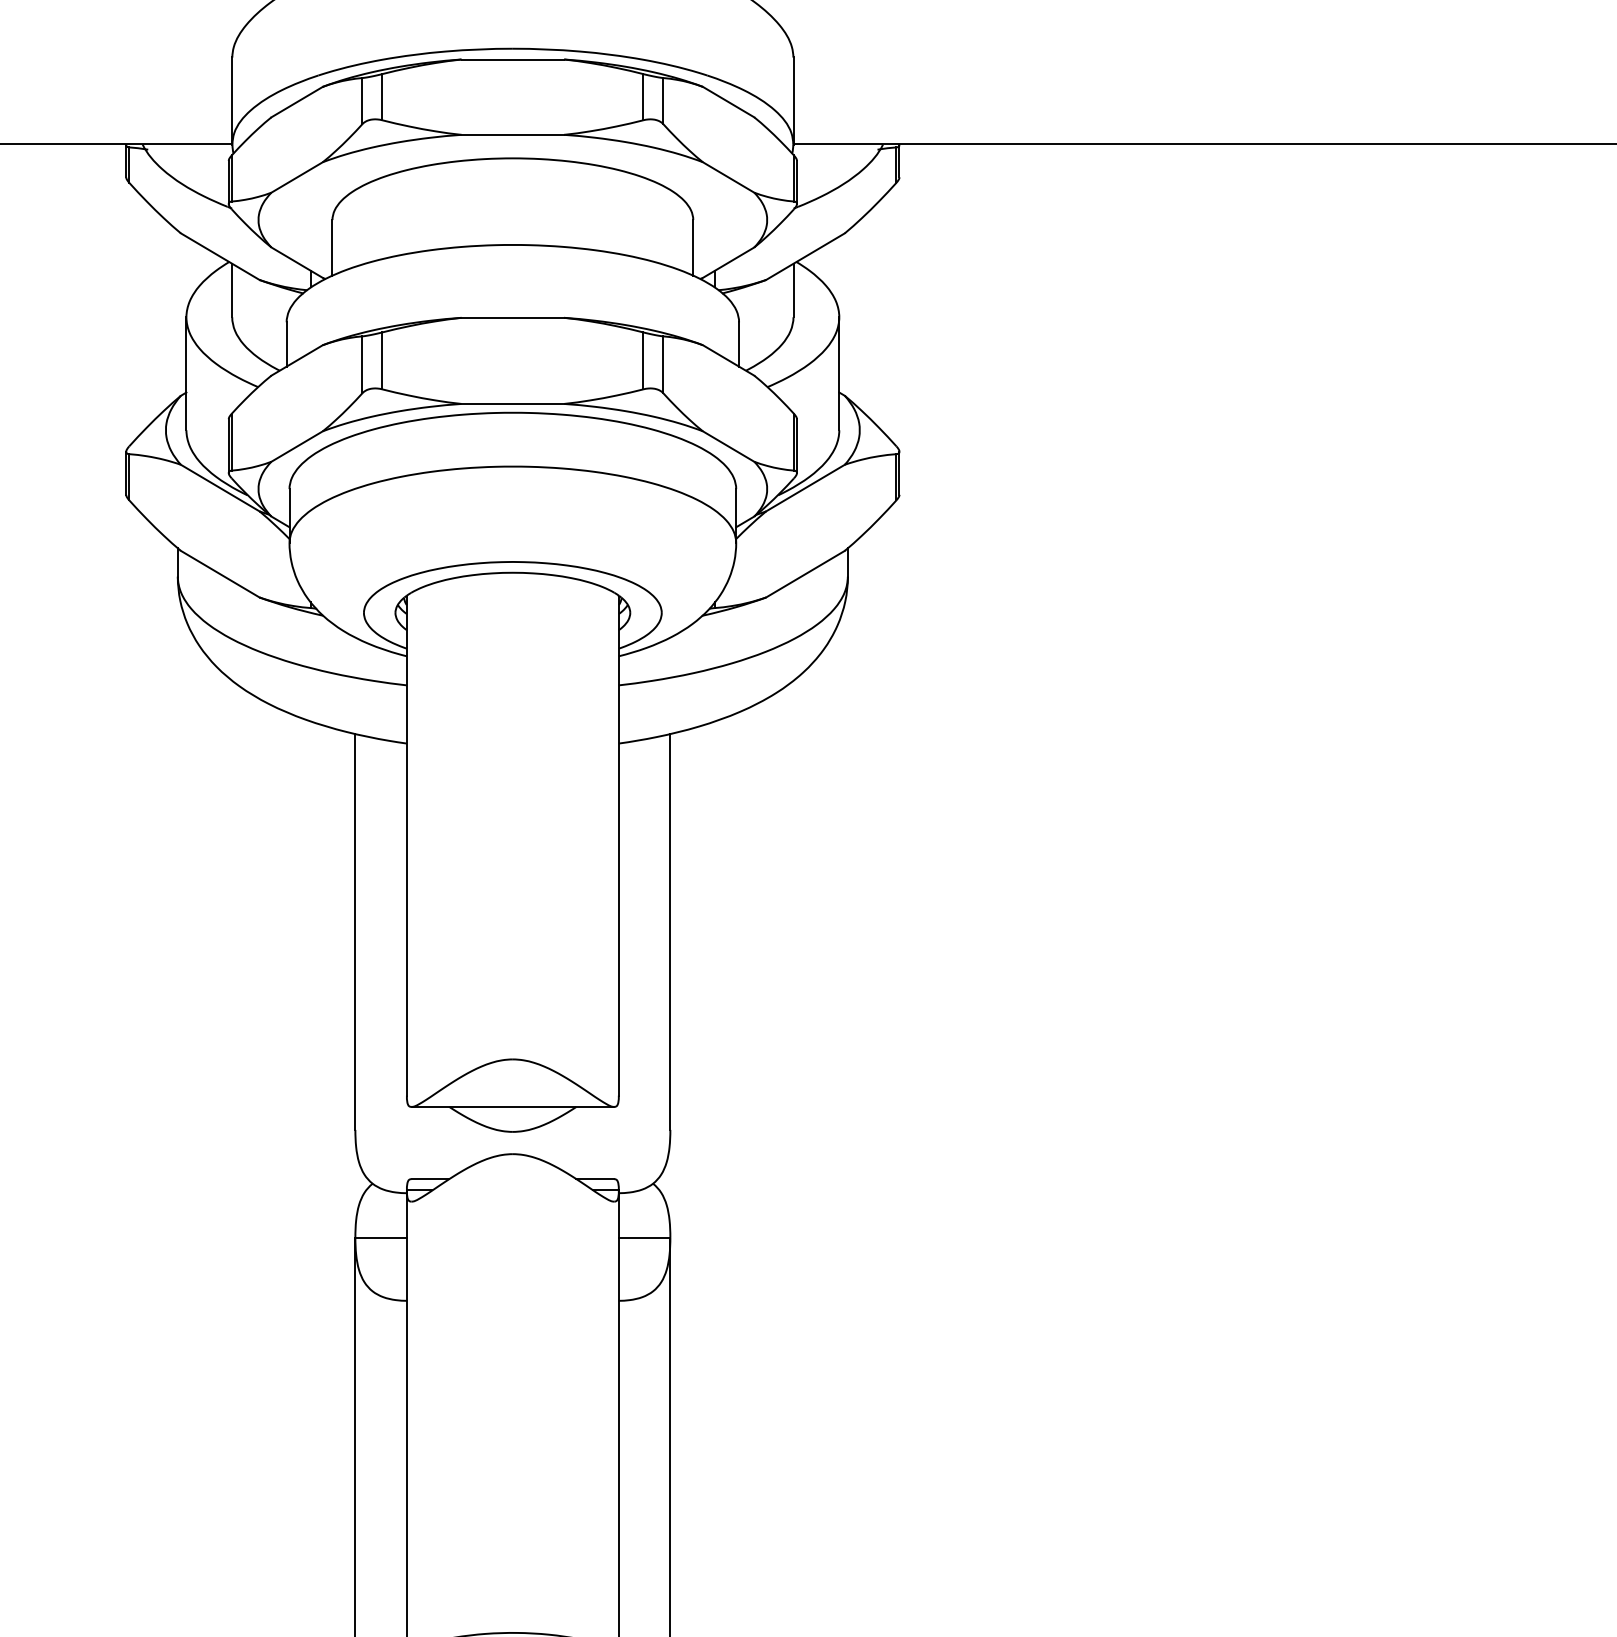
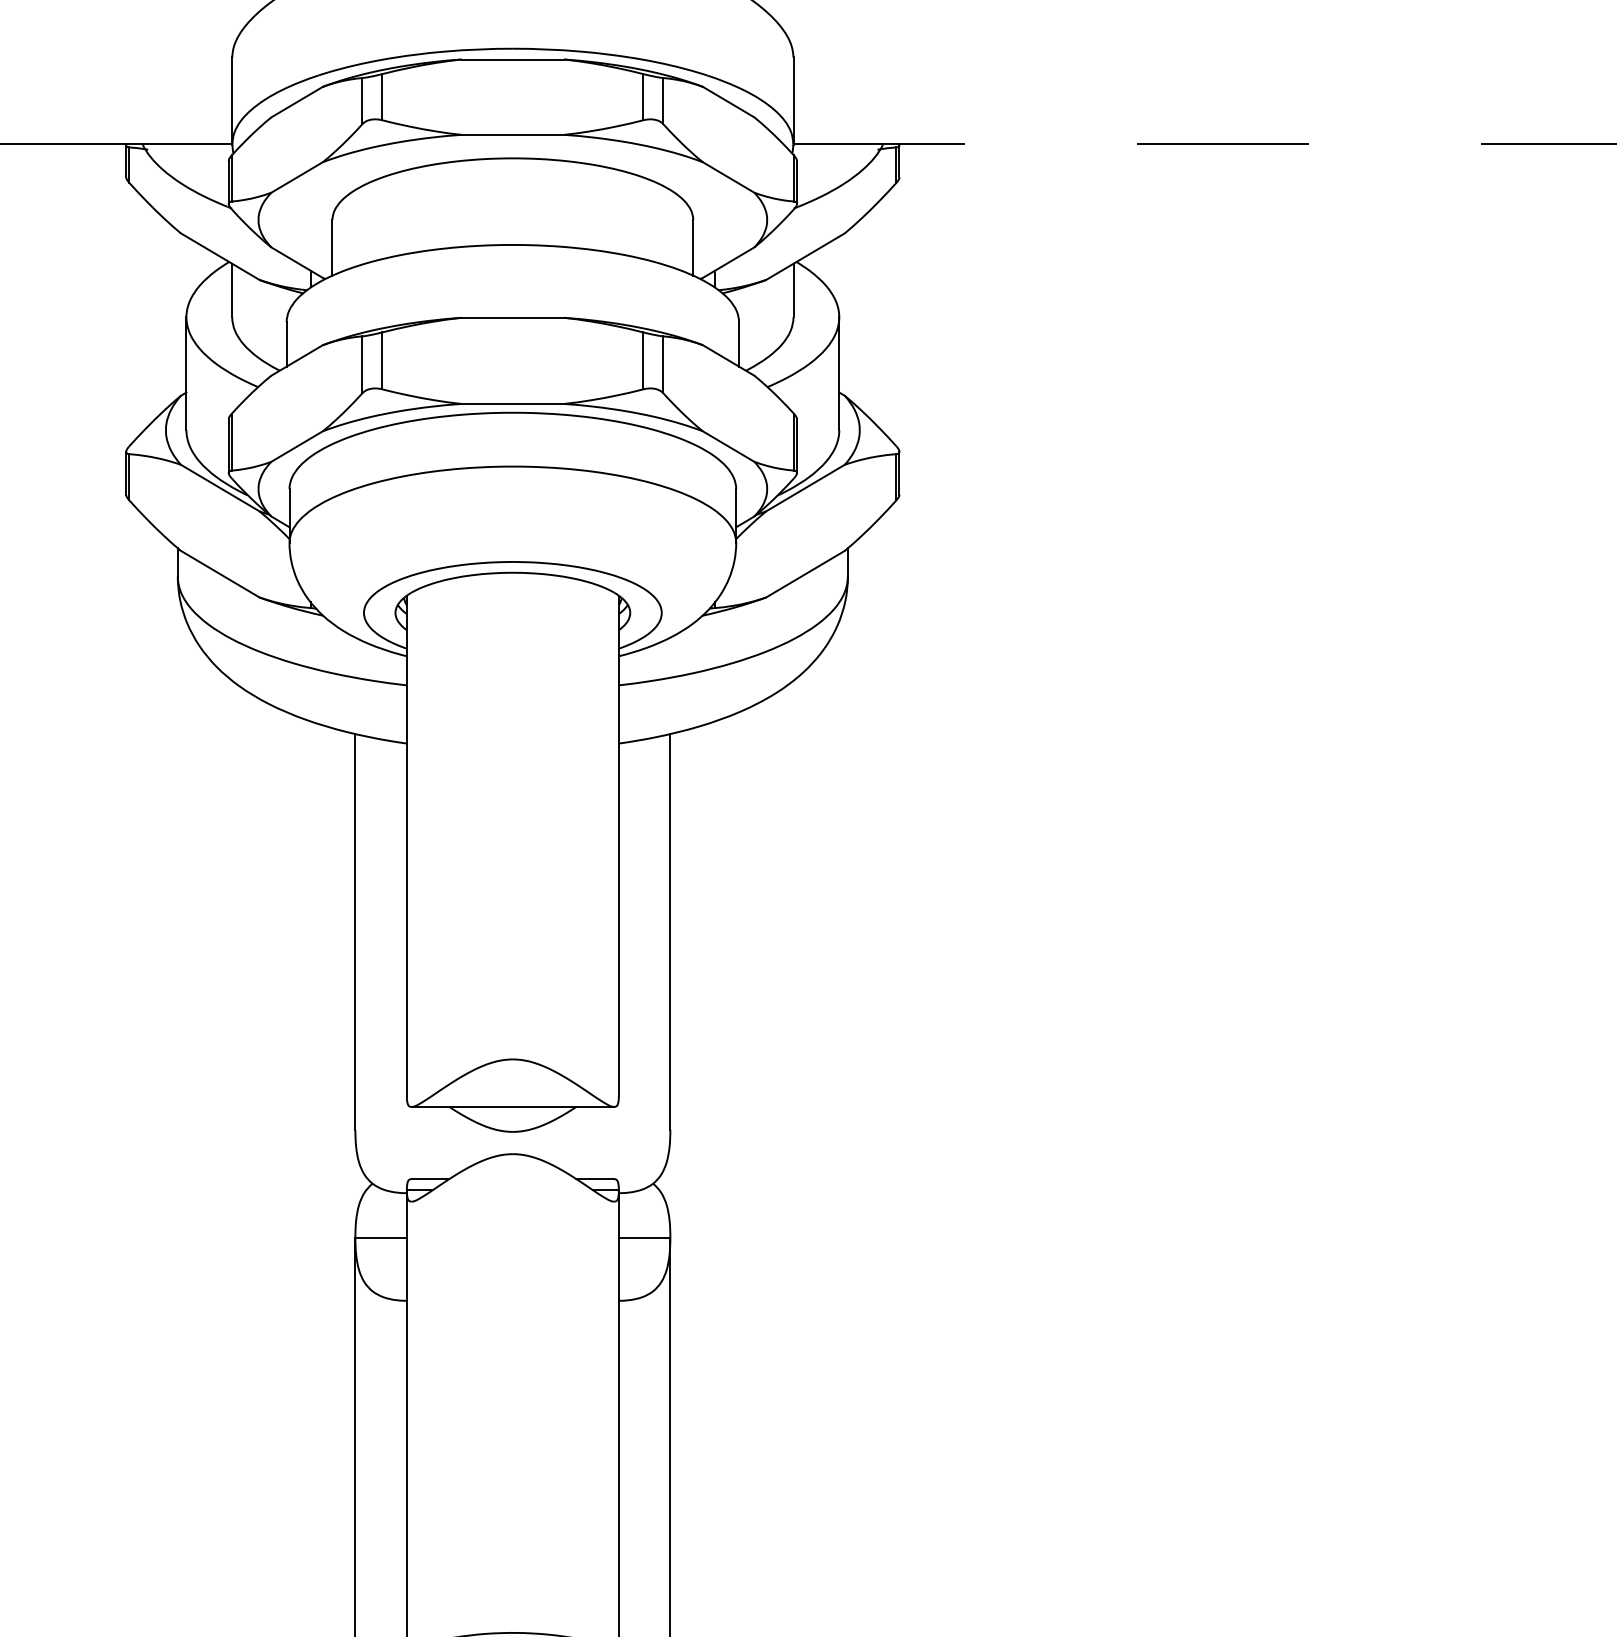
line at (1205, 143): solid -> dashed
